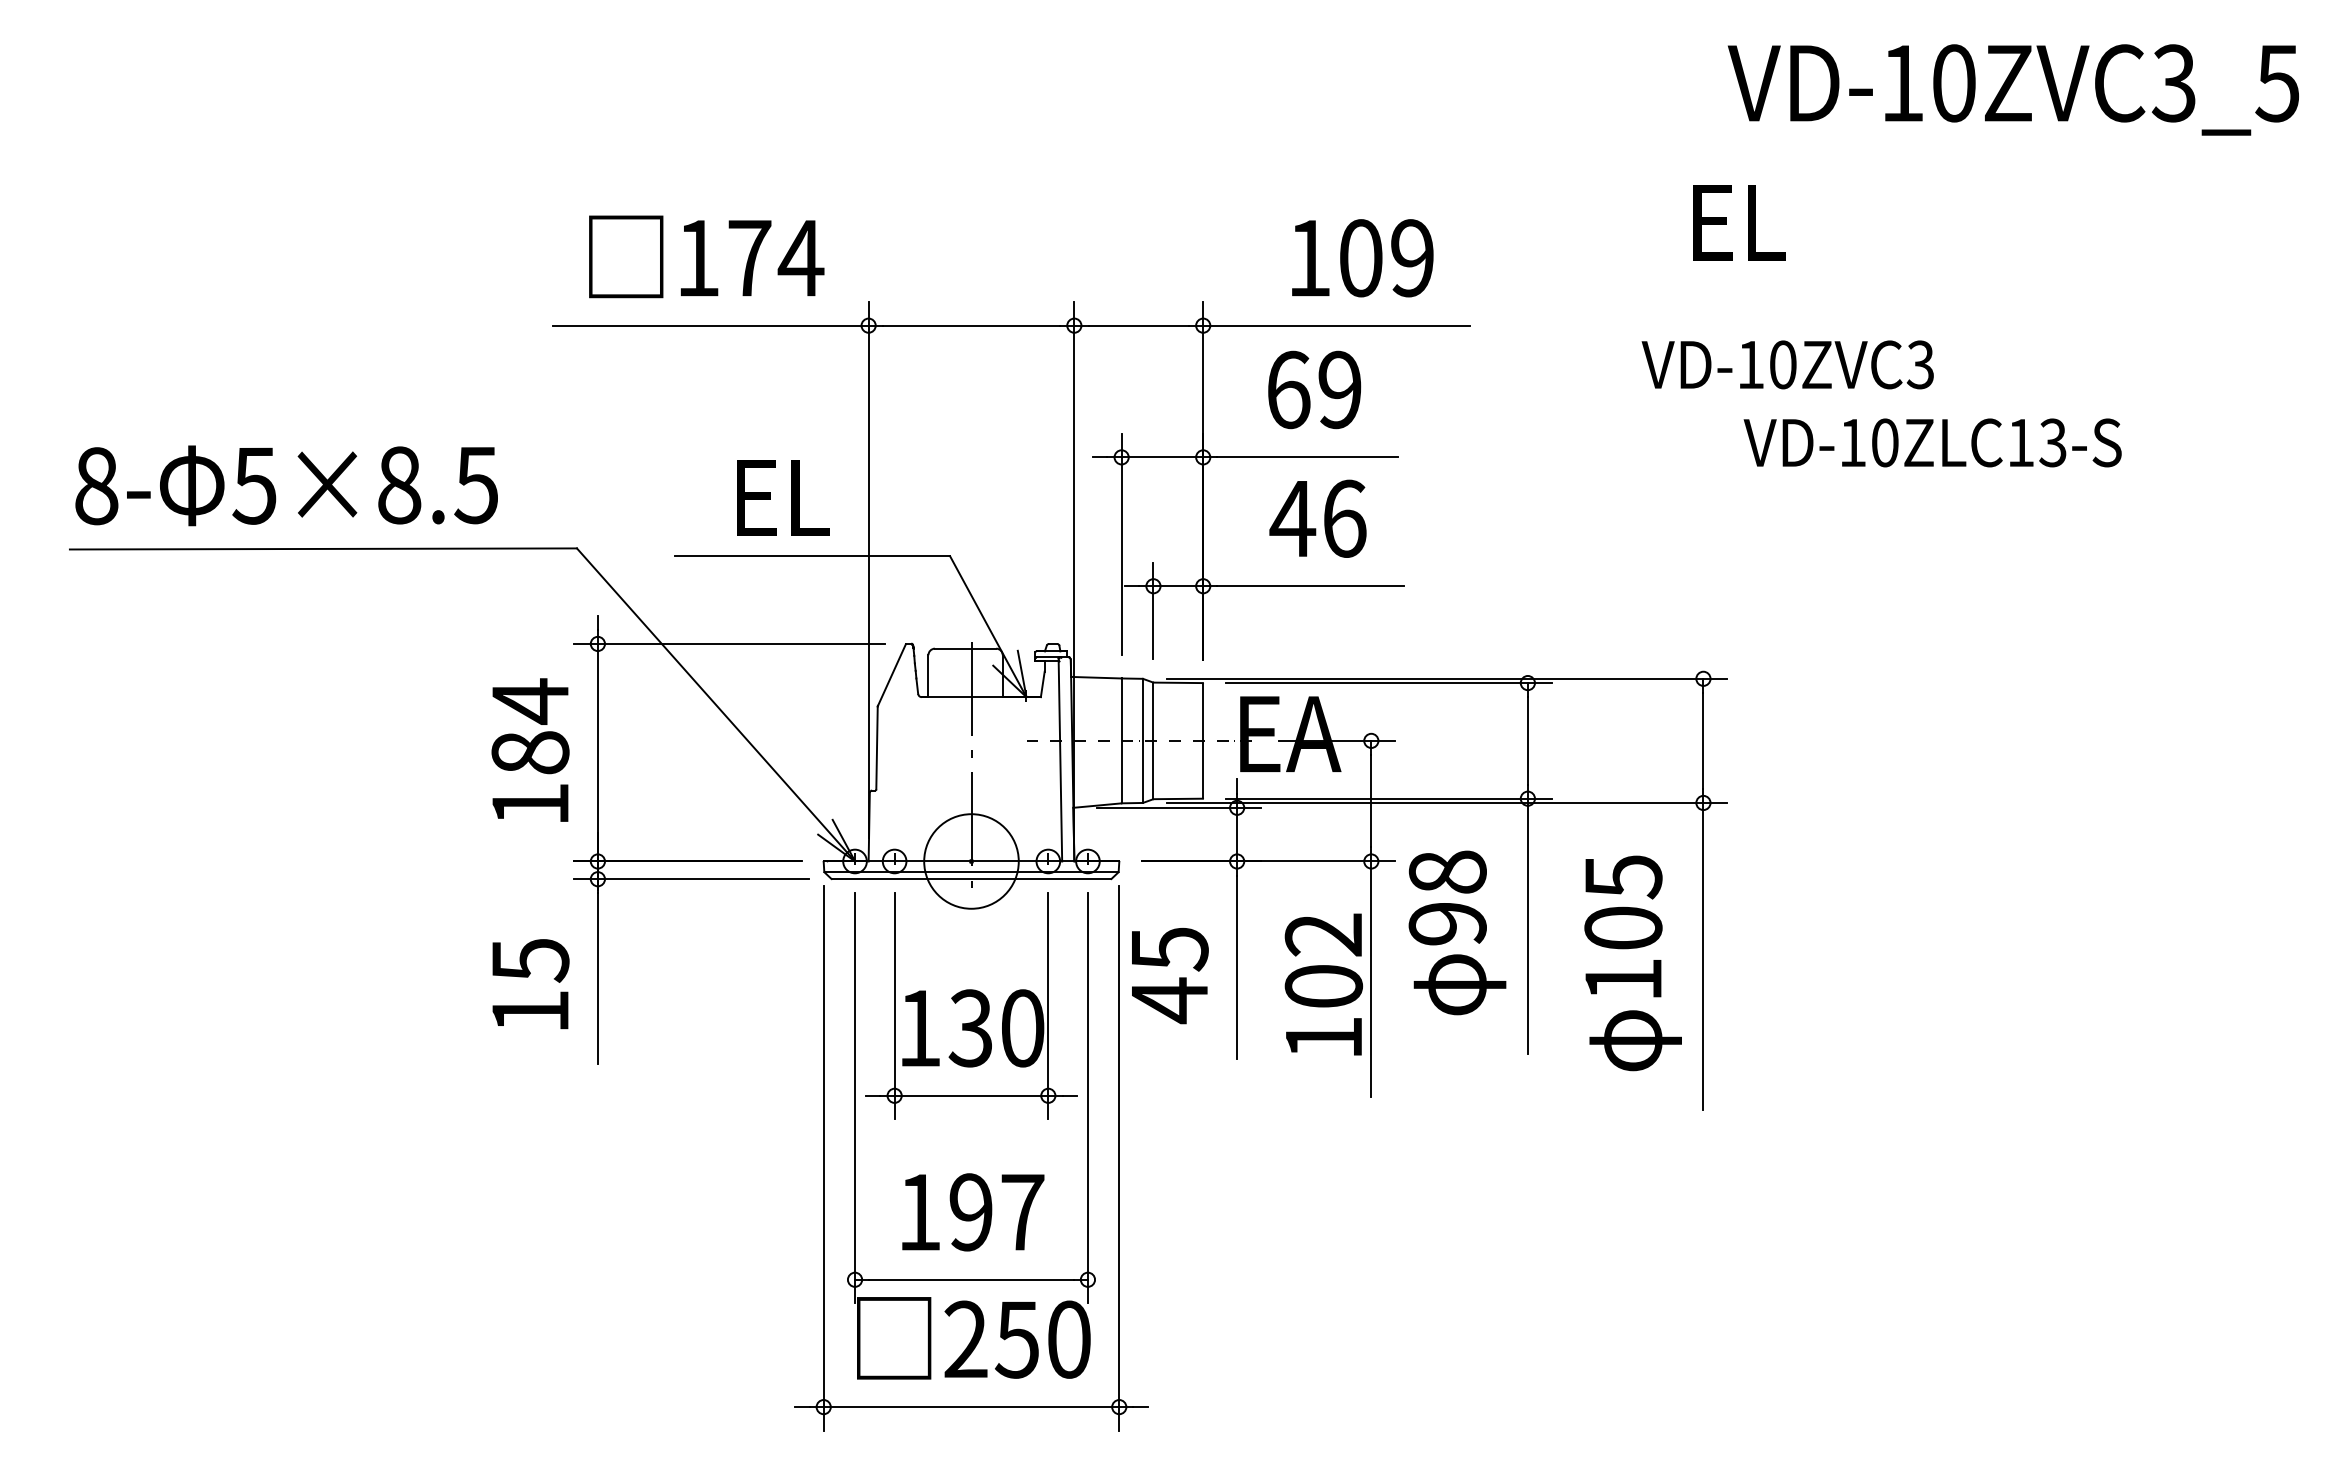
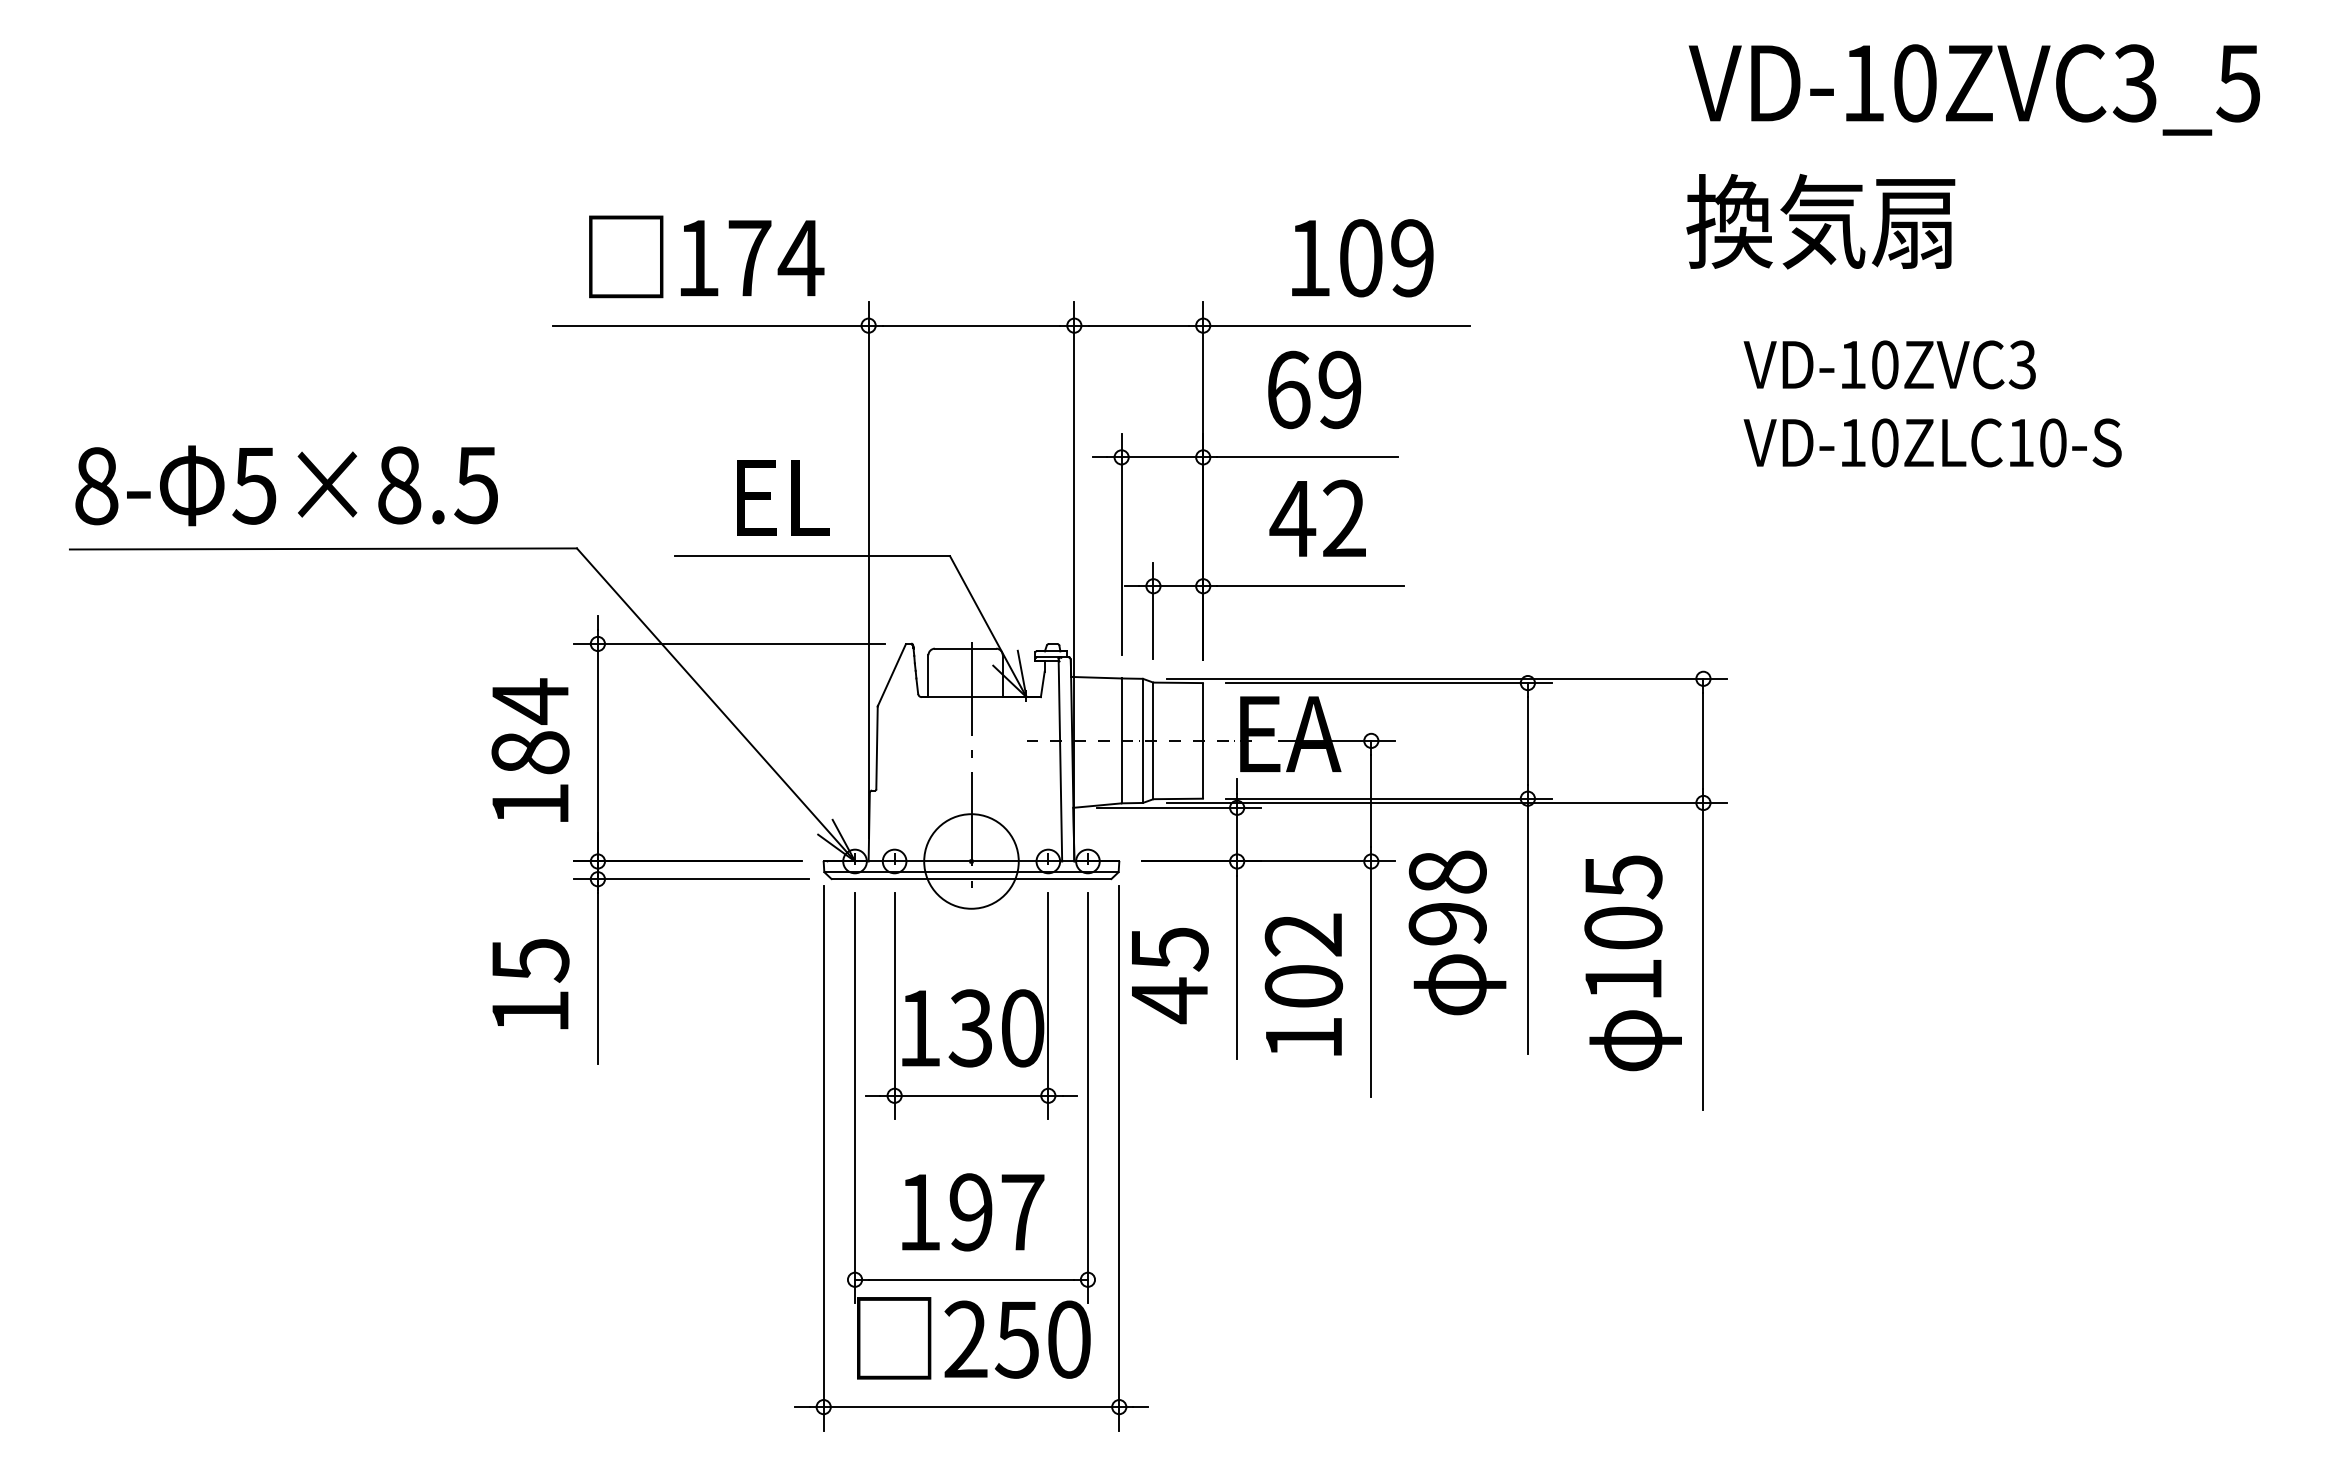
text at (2013, 89) position: (2013, 89) -> (1974, 89)
text at (1820, 221): EL -> 換気扇
text at (1787, 364) position: (1787, 364) -> (1889, 364)
text at (2052, 442): VD-10ZLC13-S -> VD-10ZLC10-S
text at (1344, 518): 46 -> 42
text at (1323, 984) position: (1323, 984) -> (1303, 984)
